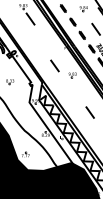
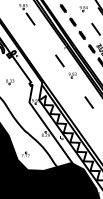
line at (54, 65) position: (54, 65) -> (59, 60)
line at (89, 112) position: (89, 112) -> (88, 102)
